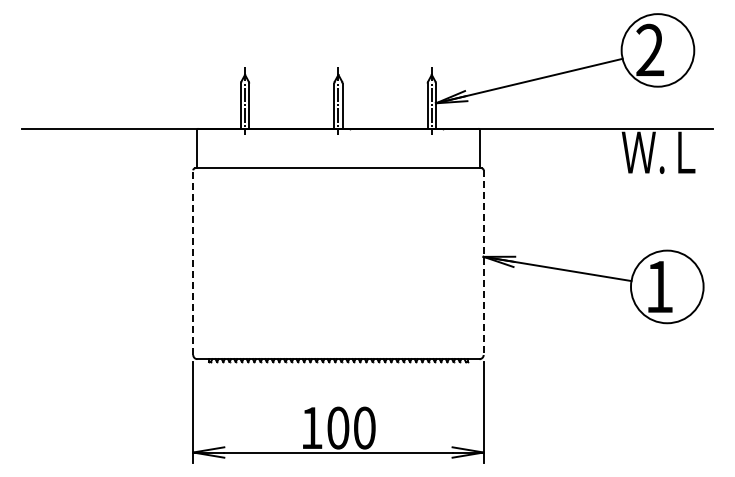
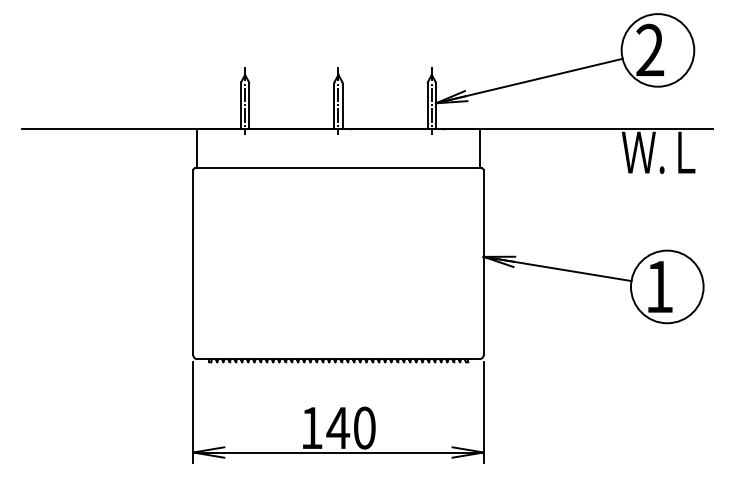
line at (193, 262): dashed -> solid
line at (483, 263): dashed -> solid
text at (338, 427): 100 -> 140
